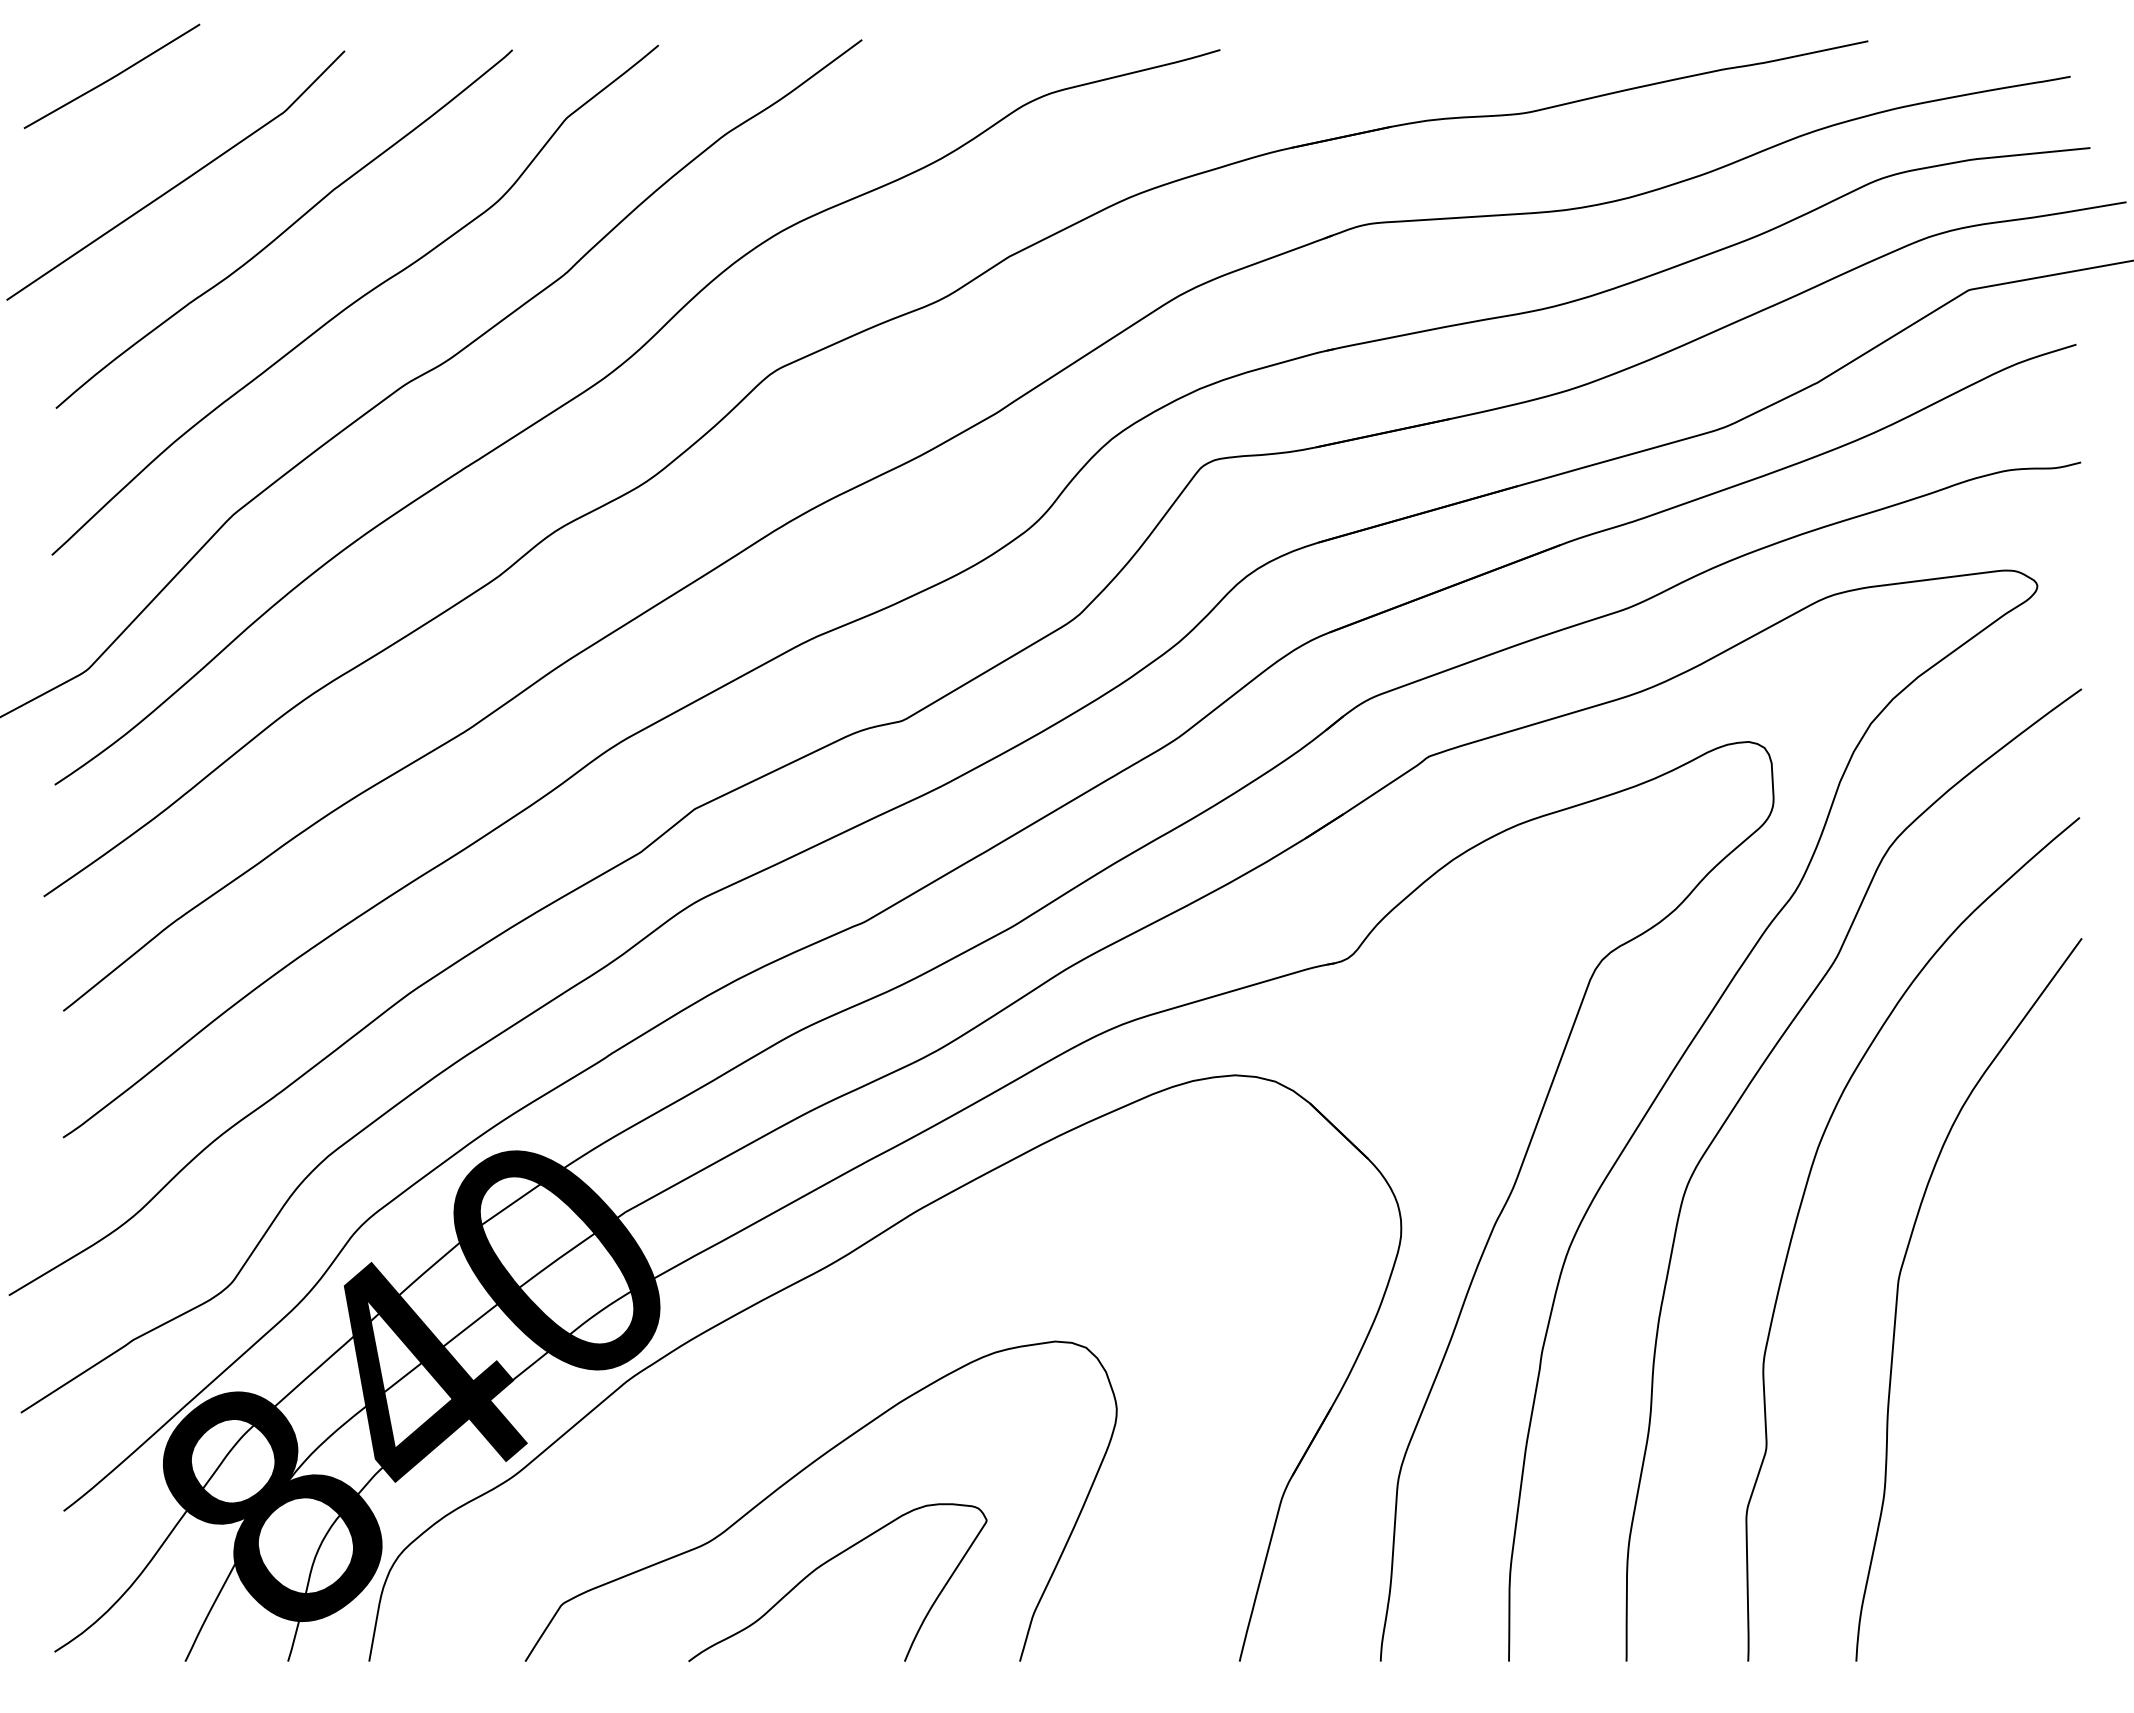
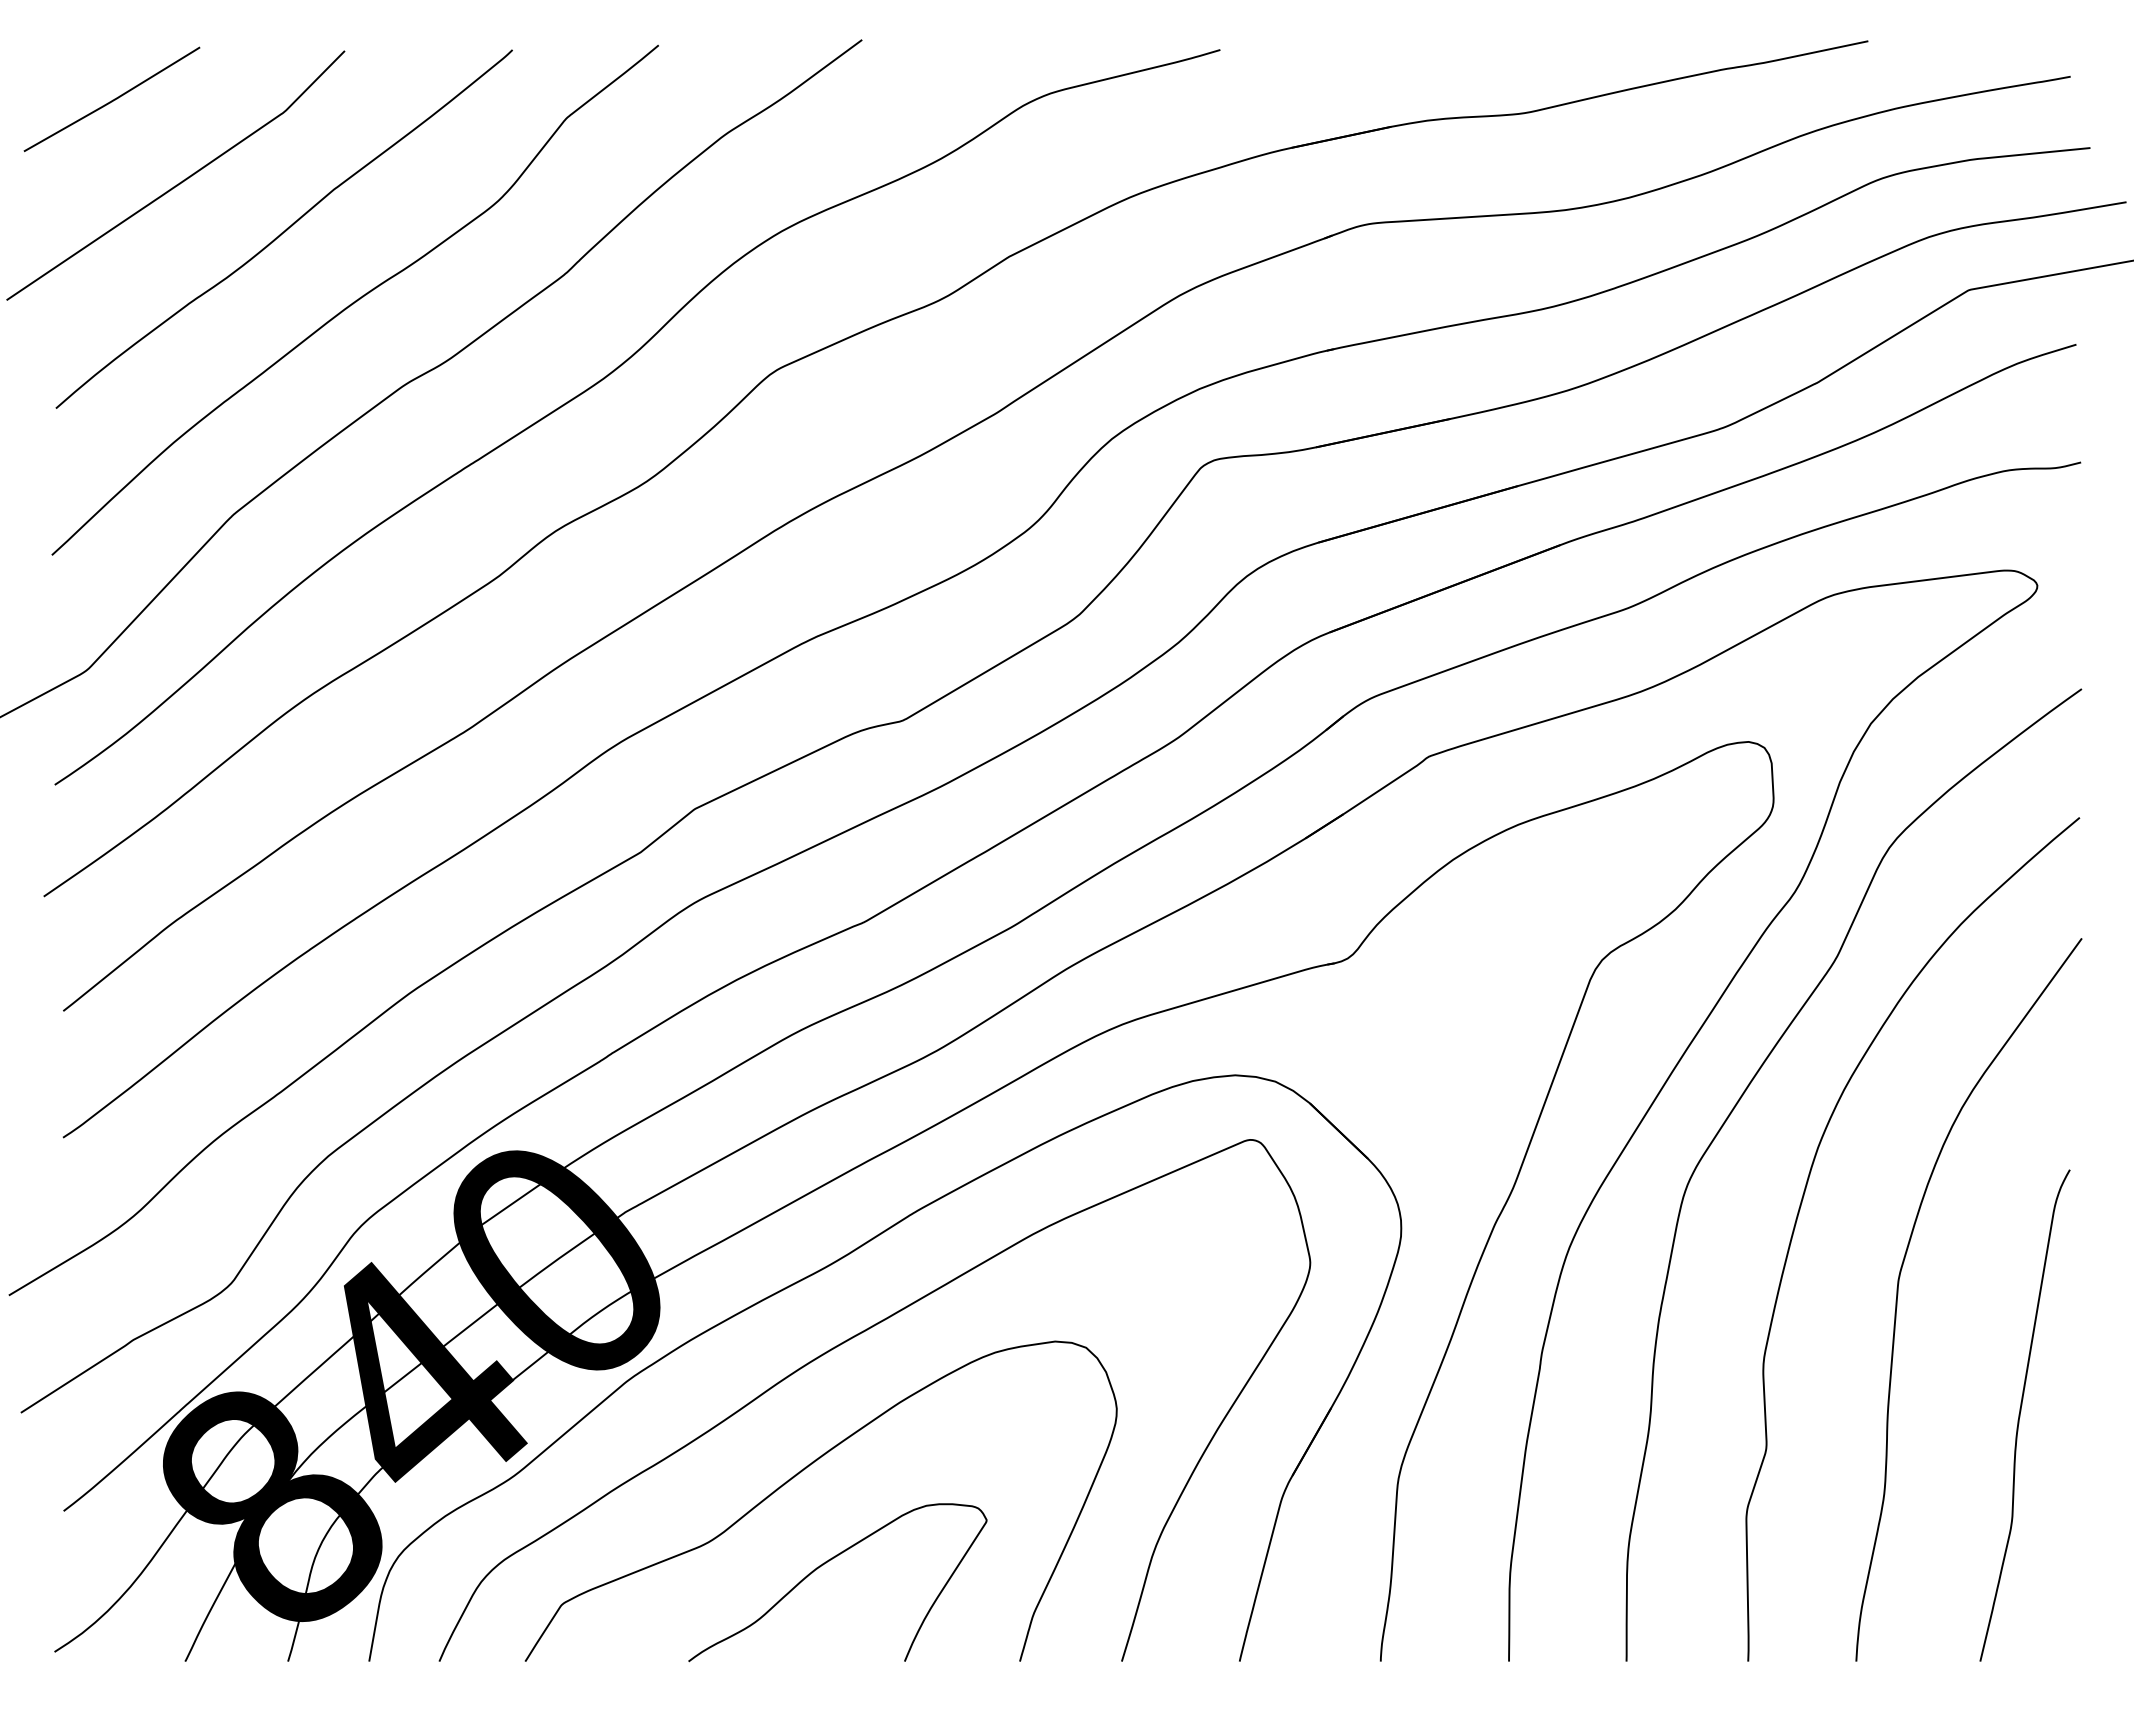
curve at (112, 76) position: (112, 76) -> (112, 99)
curve at (844, 1343): none -> present
curve at (2020, 1415): none -> present
